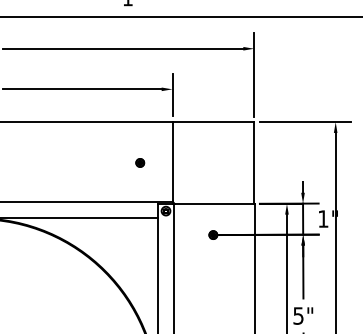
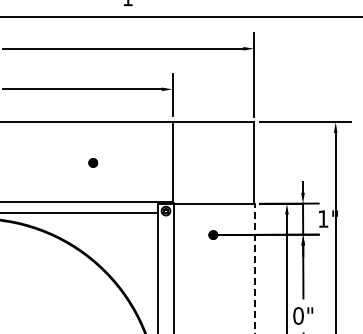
part at (140, 162) position: (140, 162) -> (93, 162)
line at (79, 218) position: (79, 218) -> (79, 213)
line at (254, 268): solid -> dashed
text at (298, 315): 5" -> 0"
